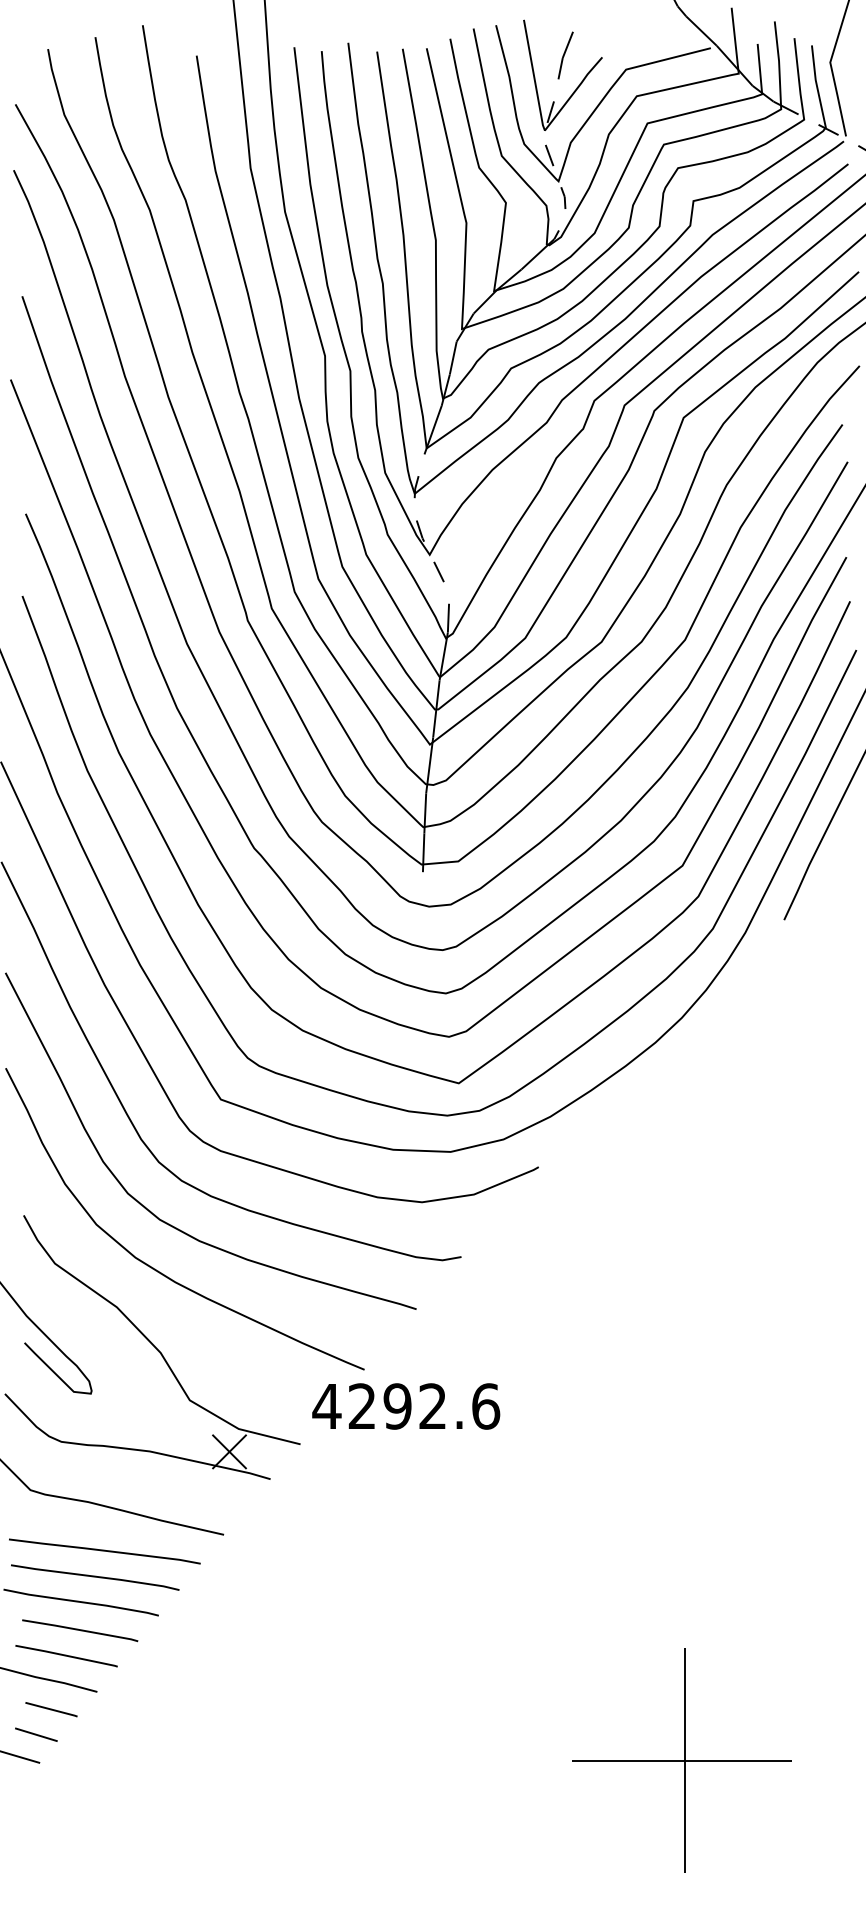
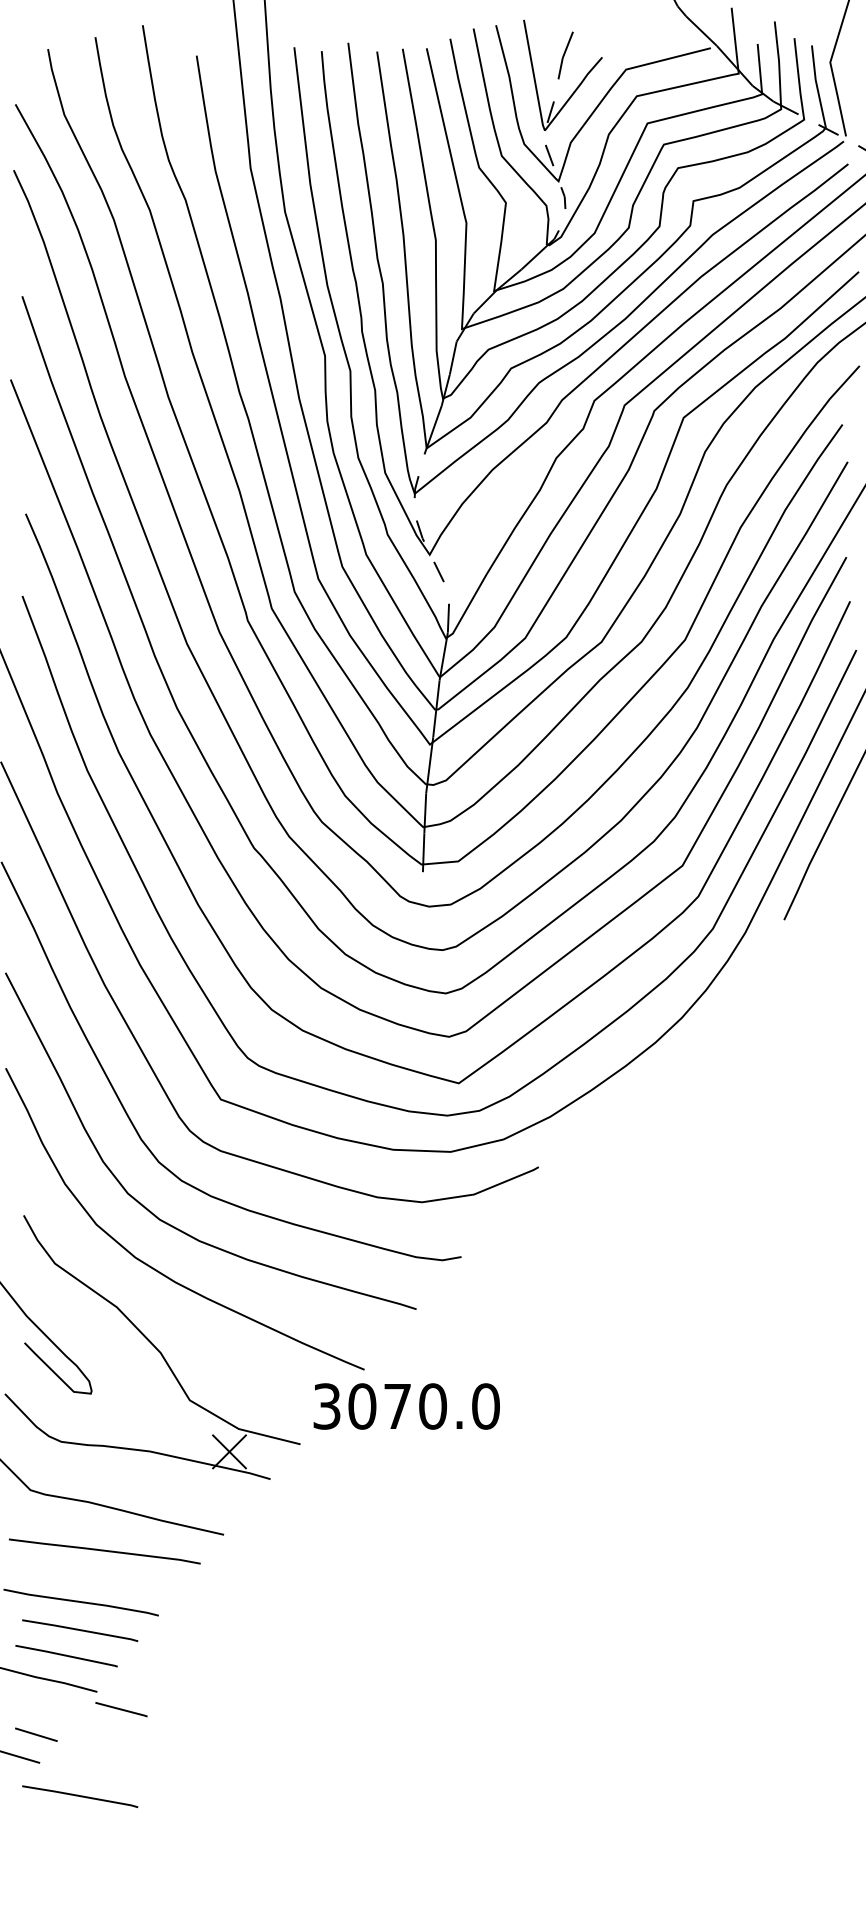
text at (406, 1406): 4292.6 -> 3070.0
curve at (95, 1577): present -> none
line at (51, 1709) position: (51, 1709) -> (121, 1709)
part at (681, 1760): present -> none
line at (80, 1796): none -> present
